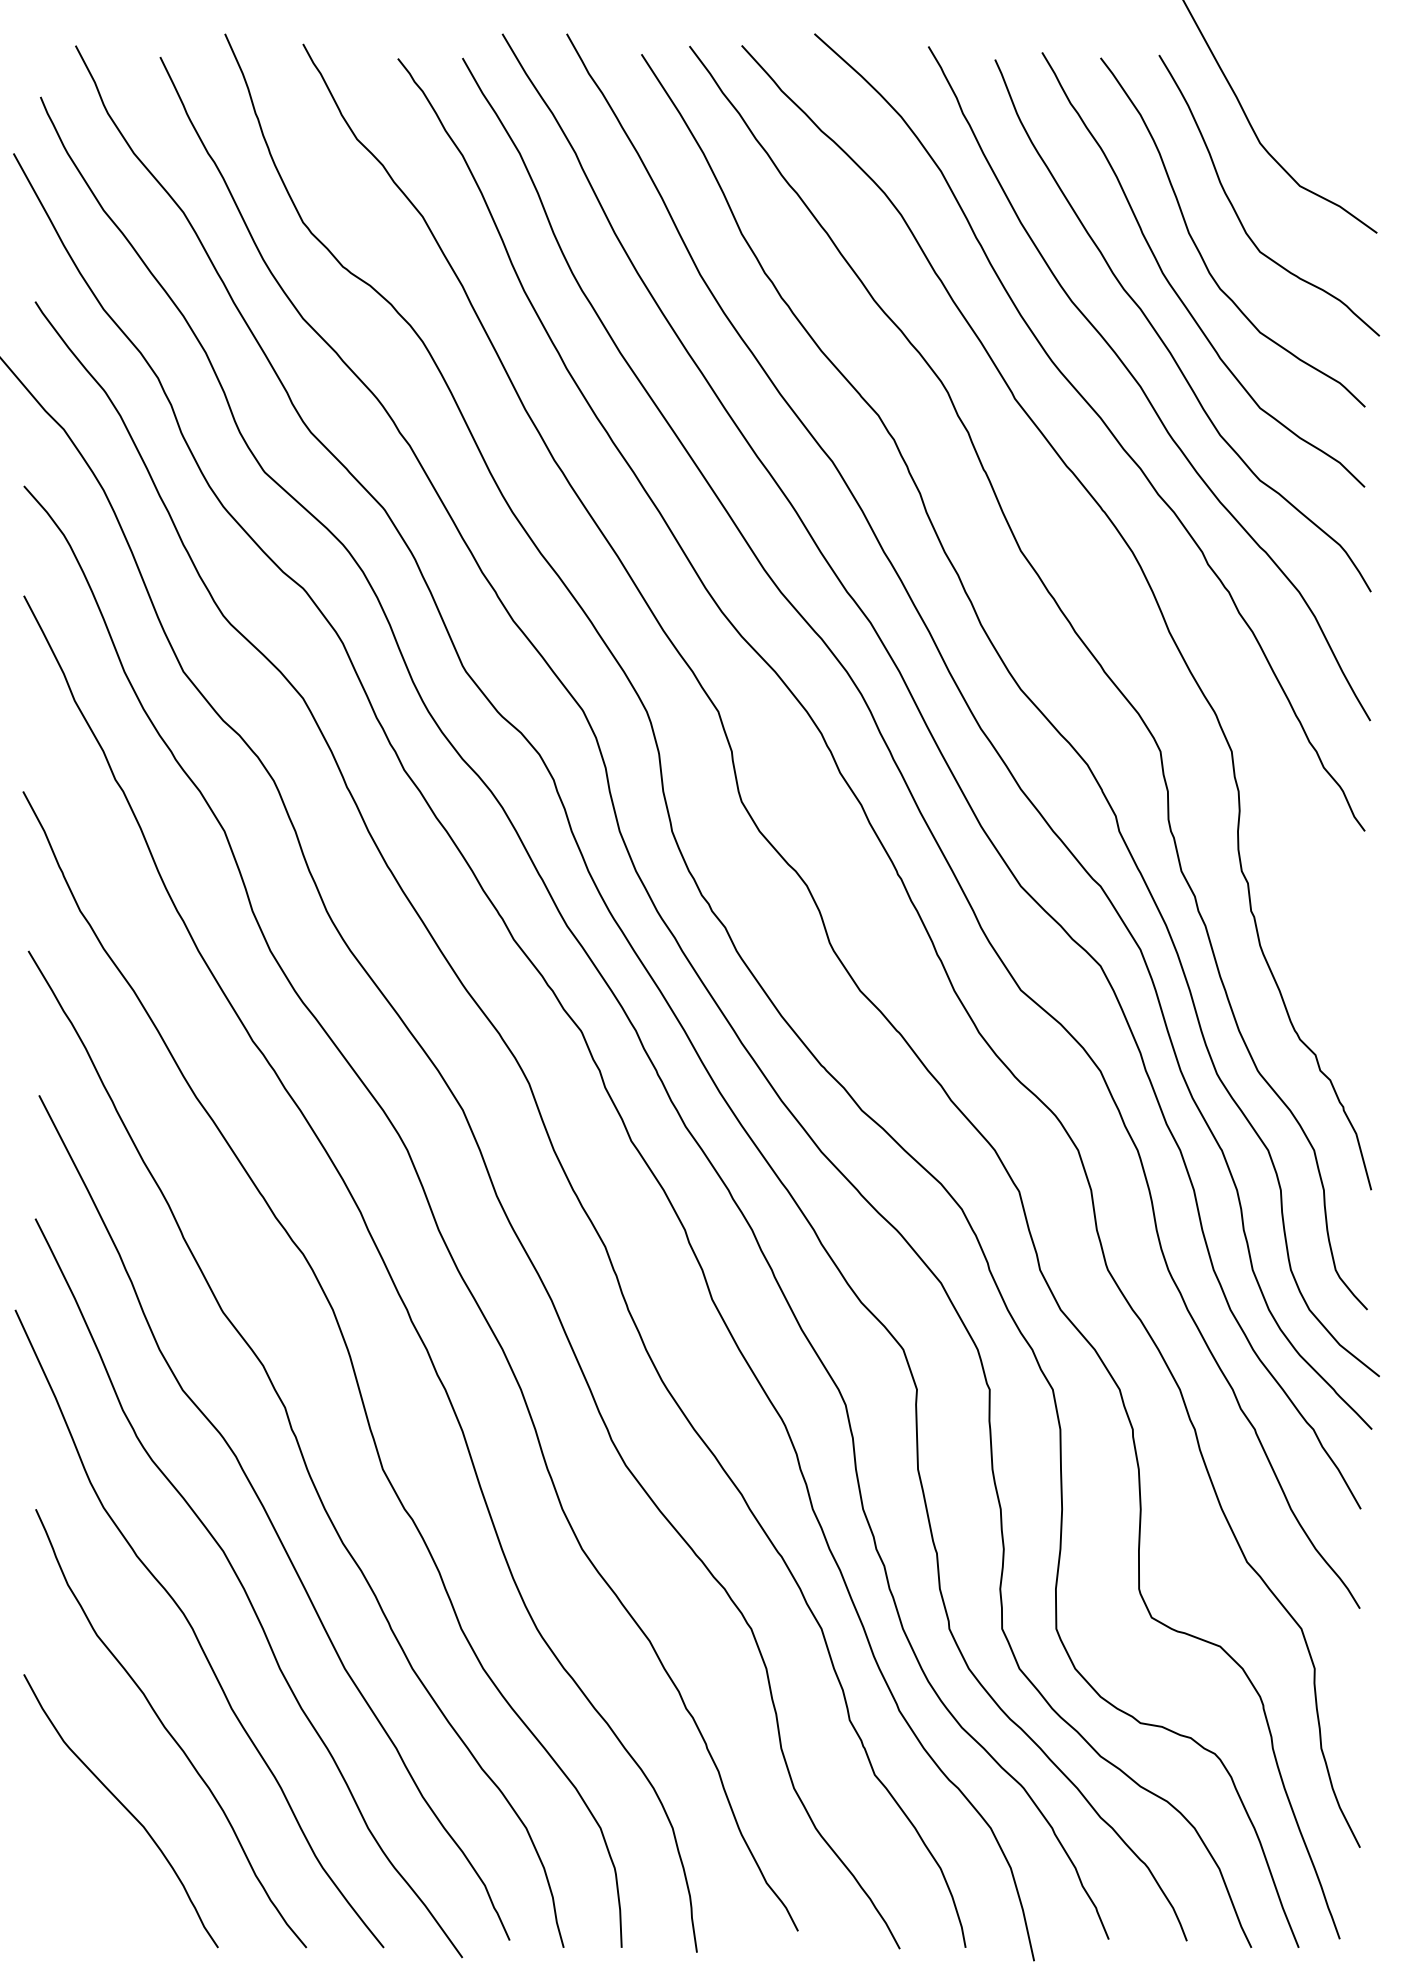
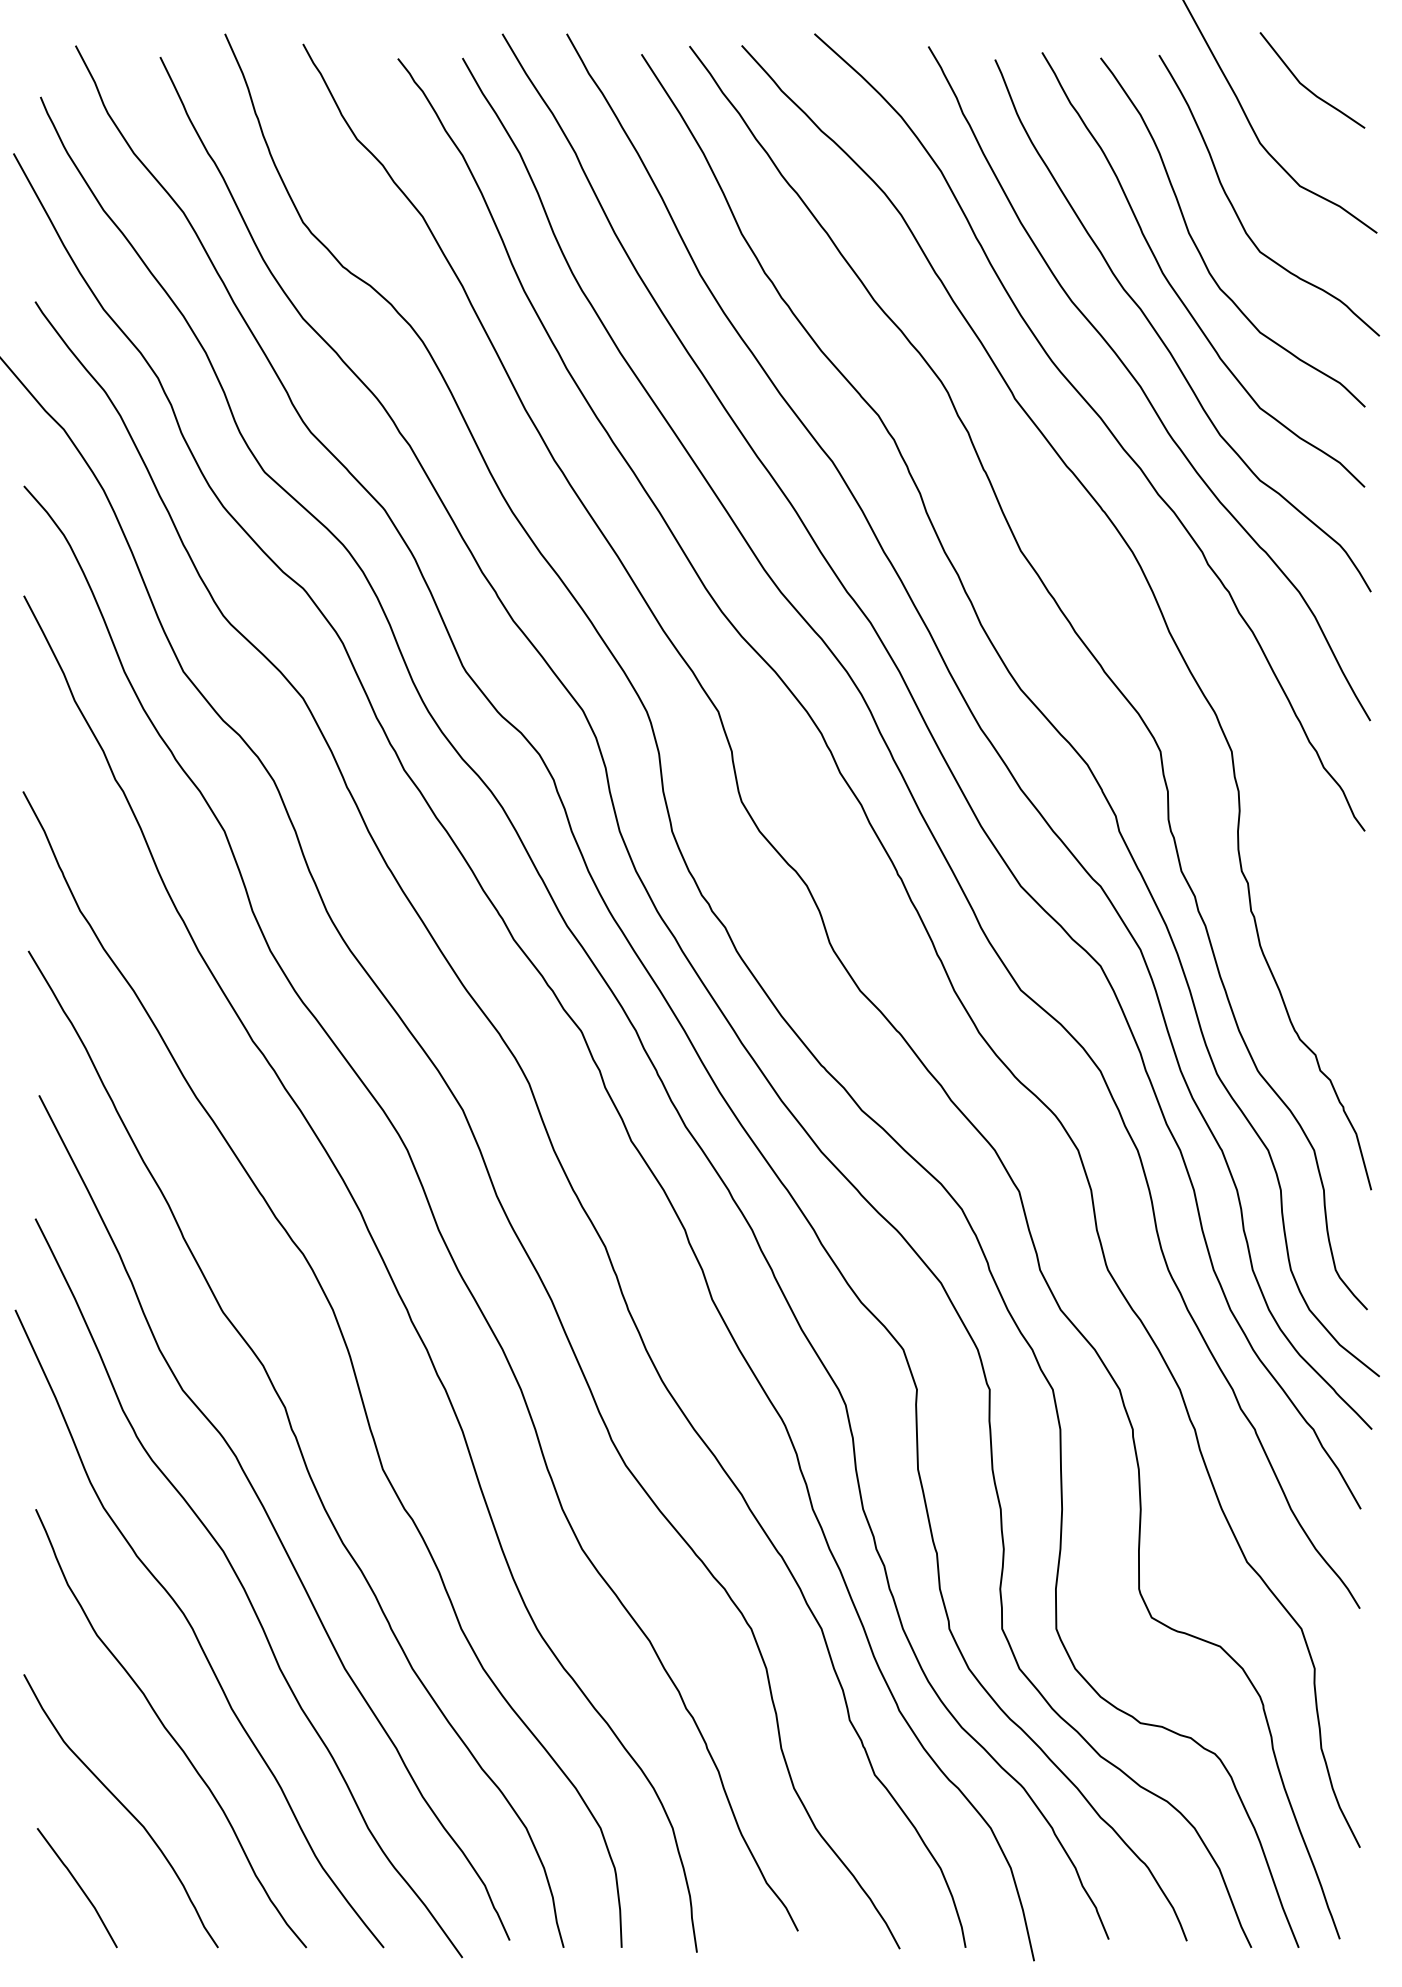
line at (1307, 87): none -> present
line at (78, 1886): none -> present
